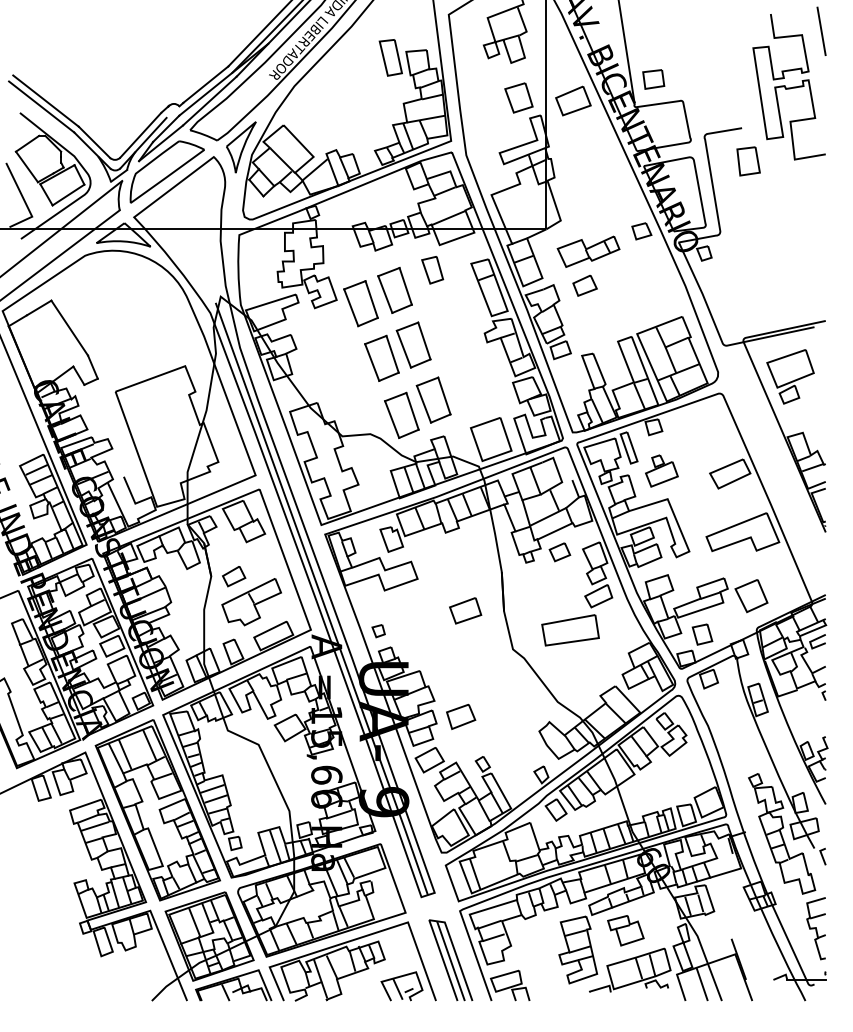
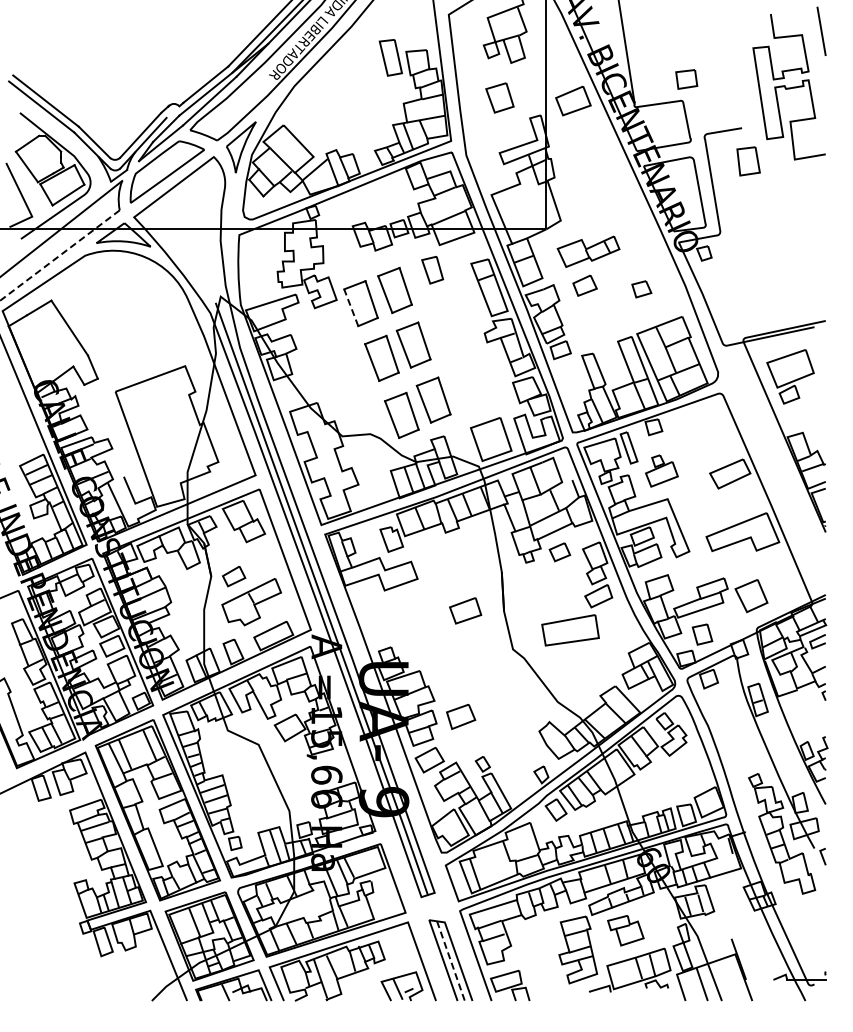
part at (653, 79) position: (653, 79) -> (686, 79)
part at (518, 97) position: (518, 97) -> (499, 97)
part at (641, 231) position: (641, 231) -> (641, 289)
line at (60, 255): solid -> dashed
line at (351, 307): solid -> dashed
part at (378, 631): present -> none
part at (815, 928): present -> none
line at (451, 961): solid -> dashed
